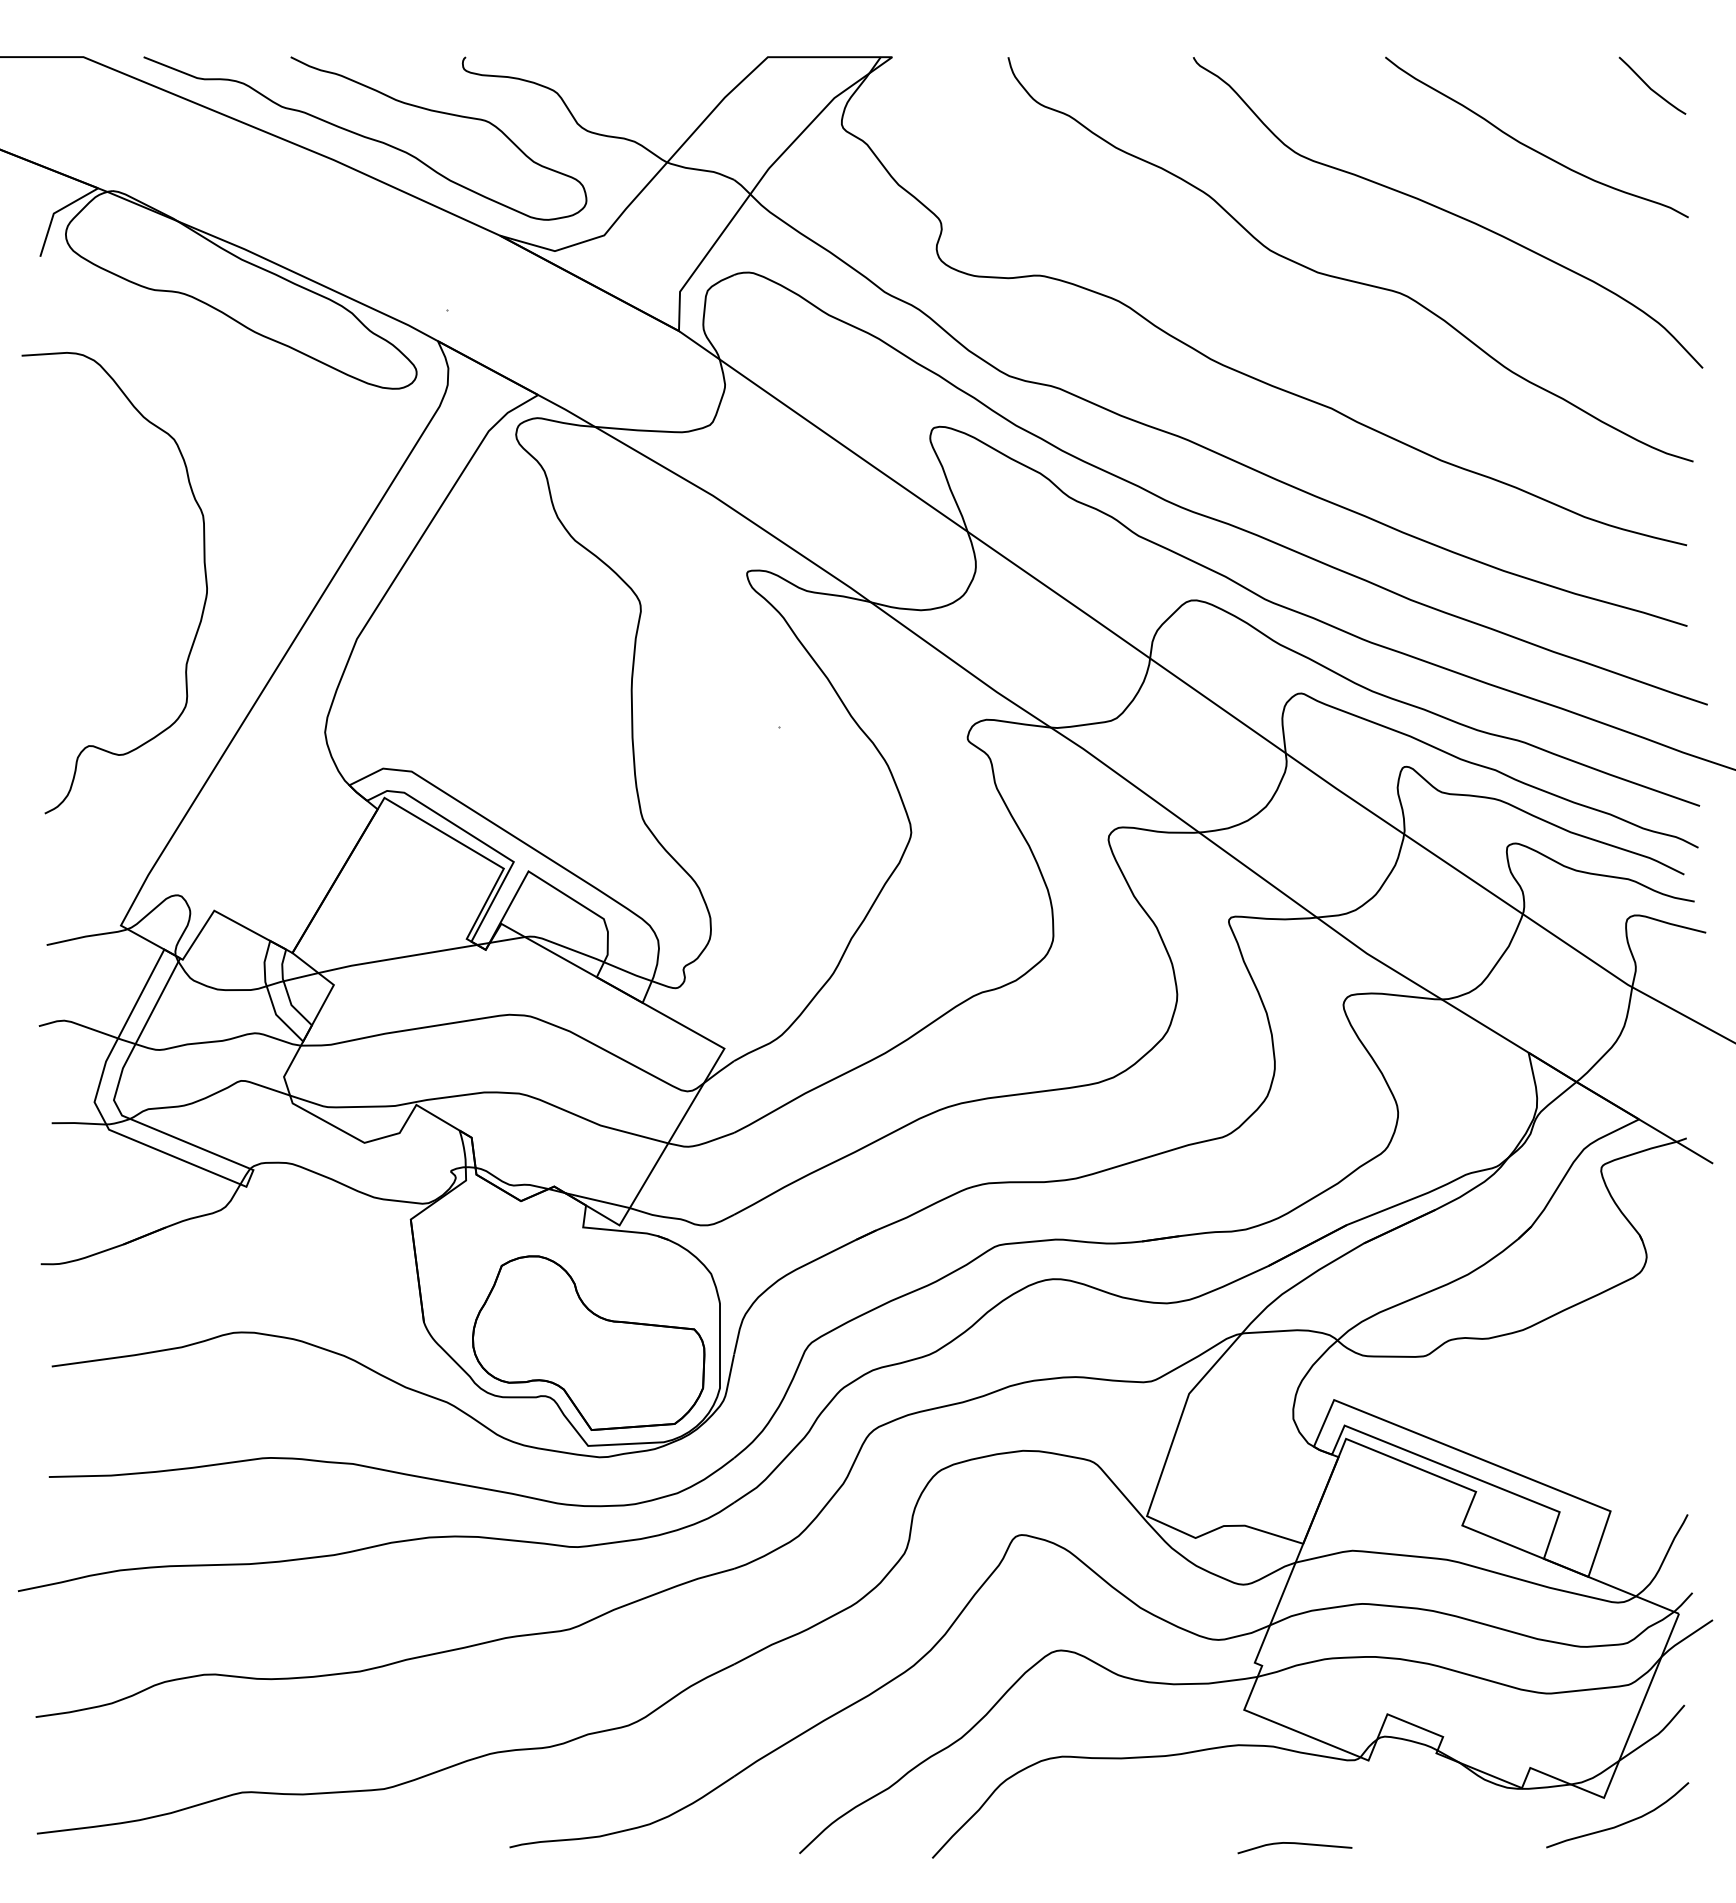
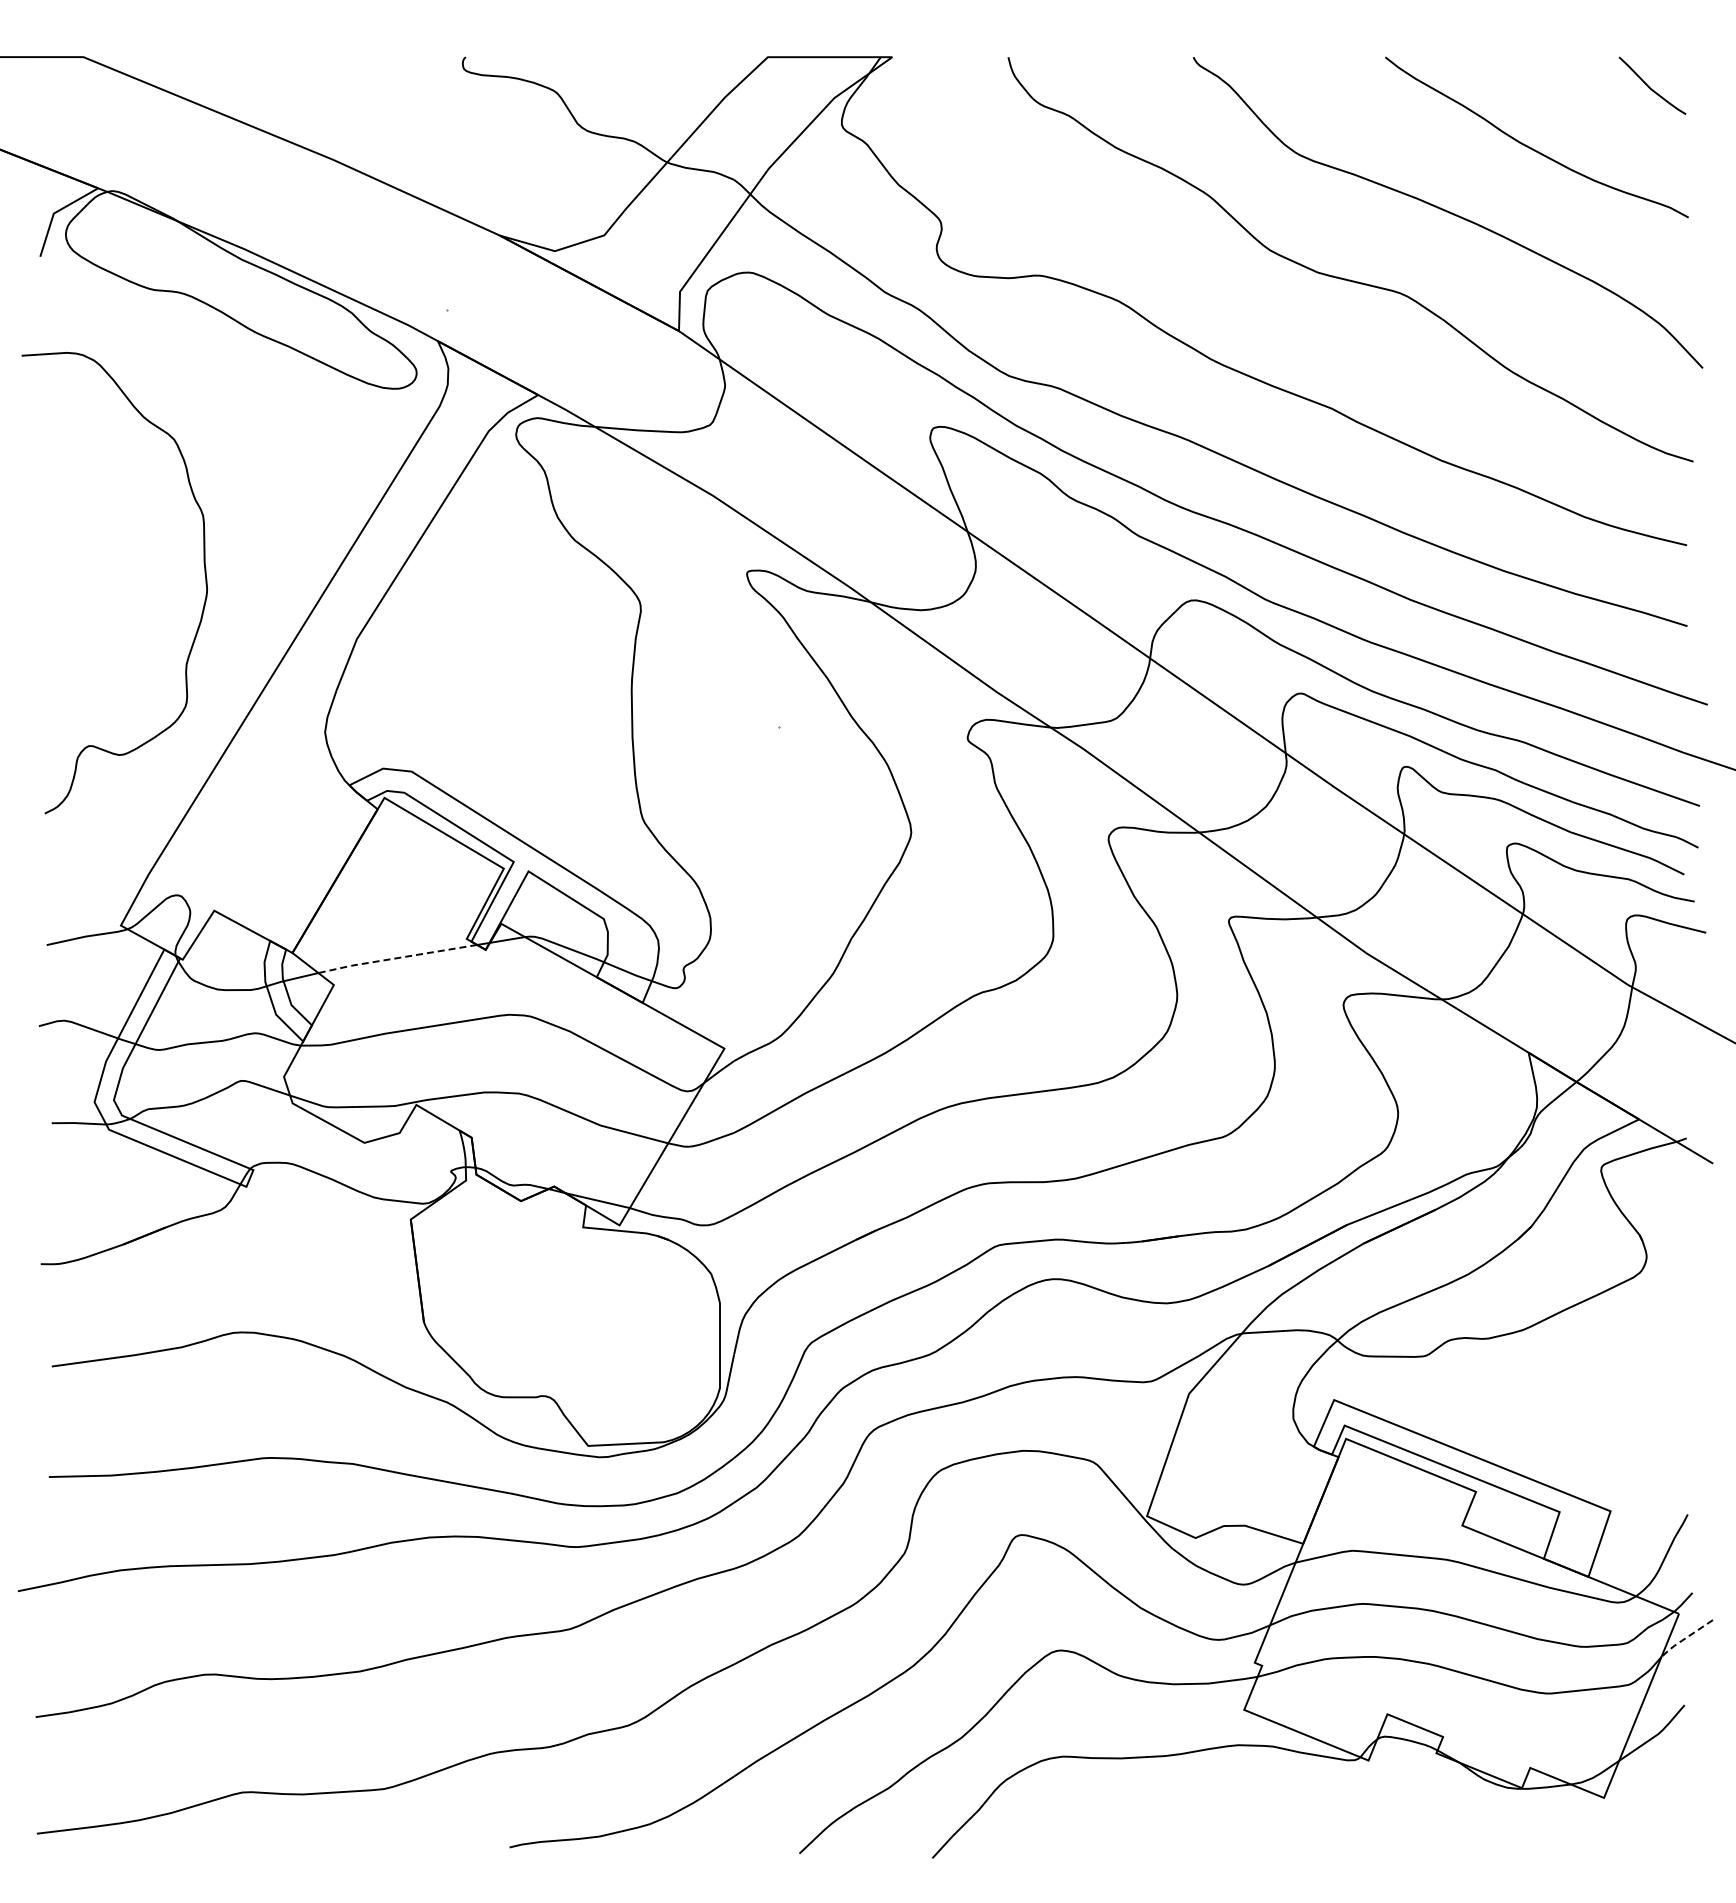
curve at (365, 138): present -> none
line at (396, 958): solid -> dashed
part at (588, 1342): present -> none
line at (1685, 1638): solid -> dashed
curve at (1621, 1823): present -> none
curve at (1294, 1844): present -> none
